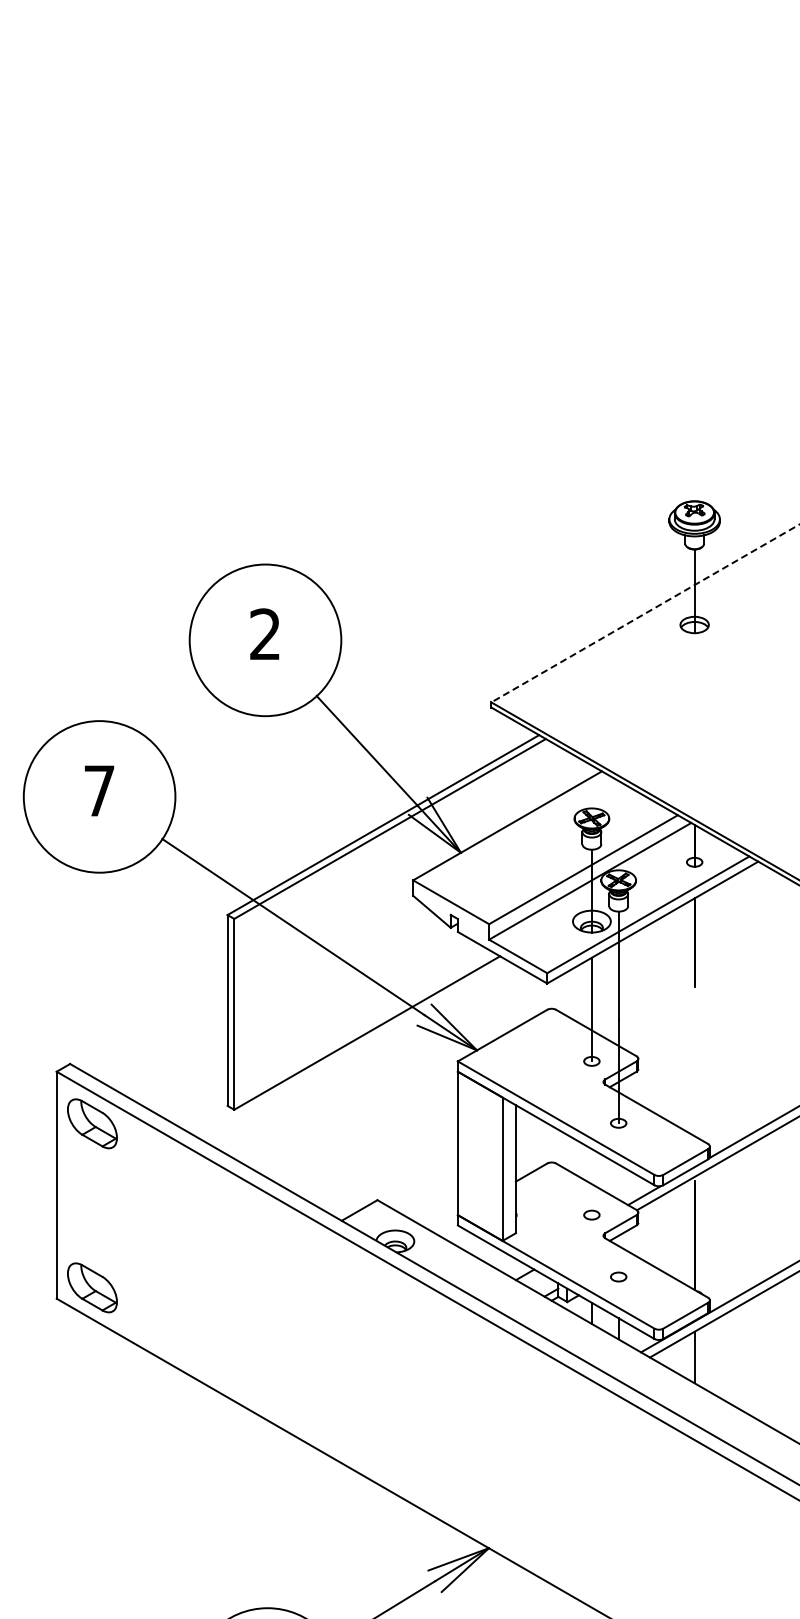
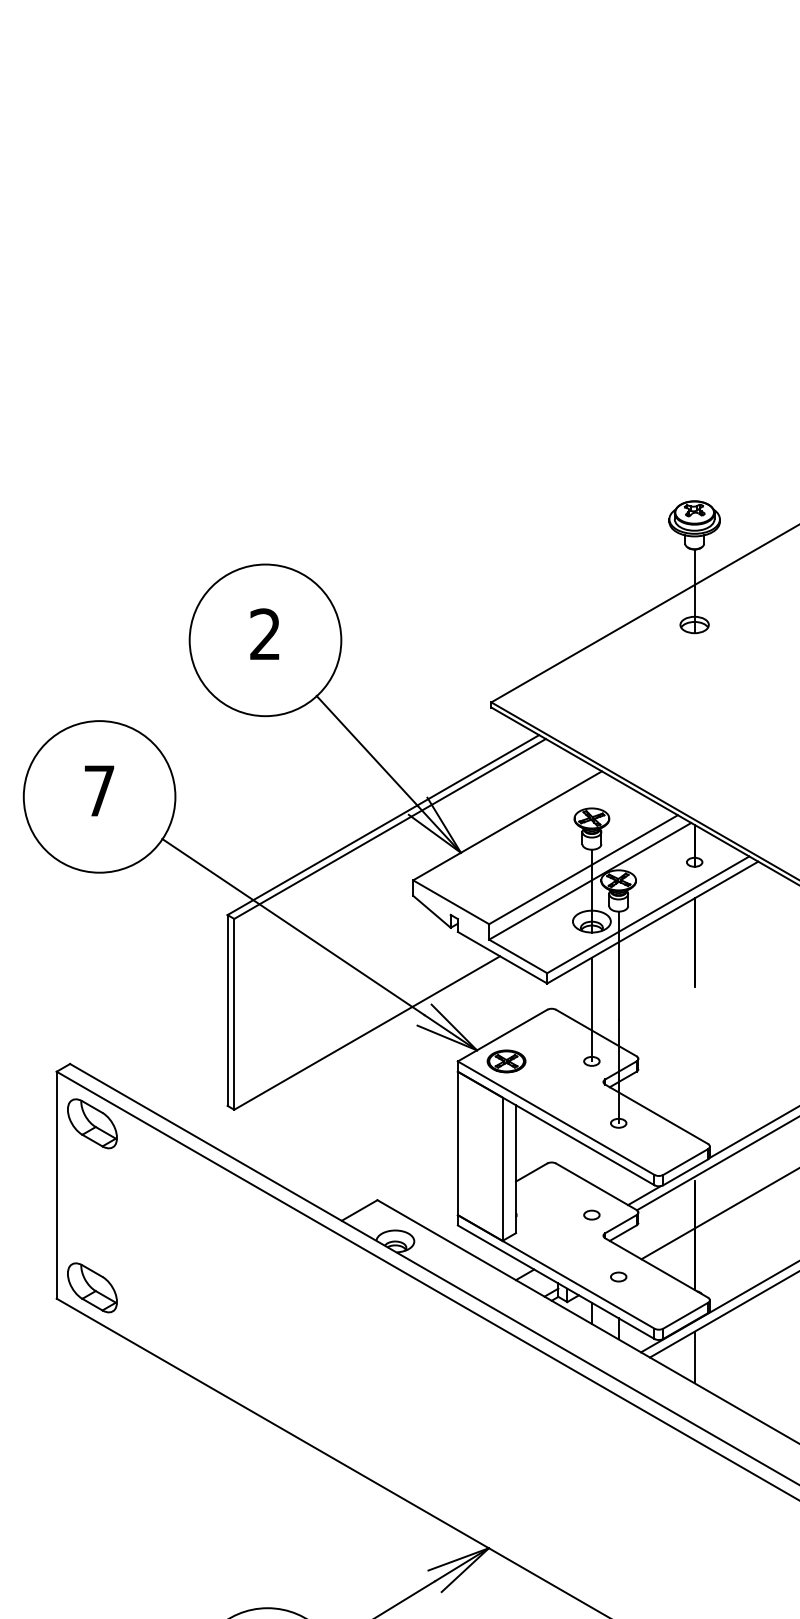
line at (645, 613): dashed -> solid
part at (506, 1061): none -> present
line at (718, 1214): none -> present
